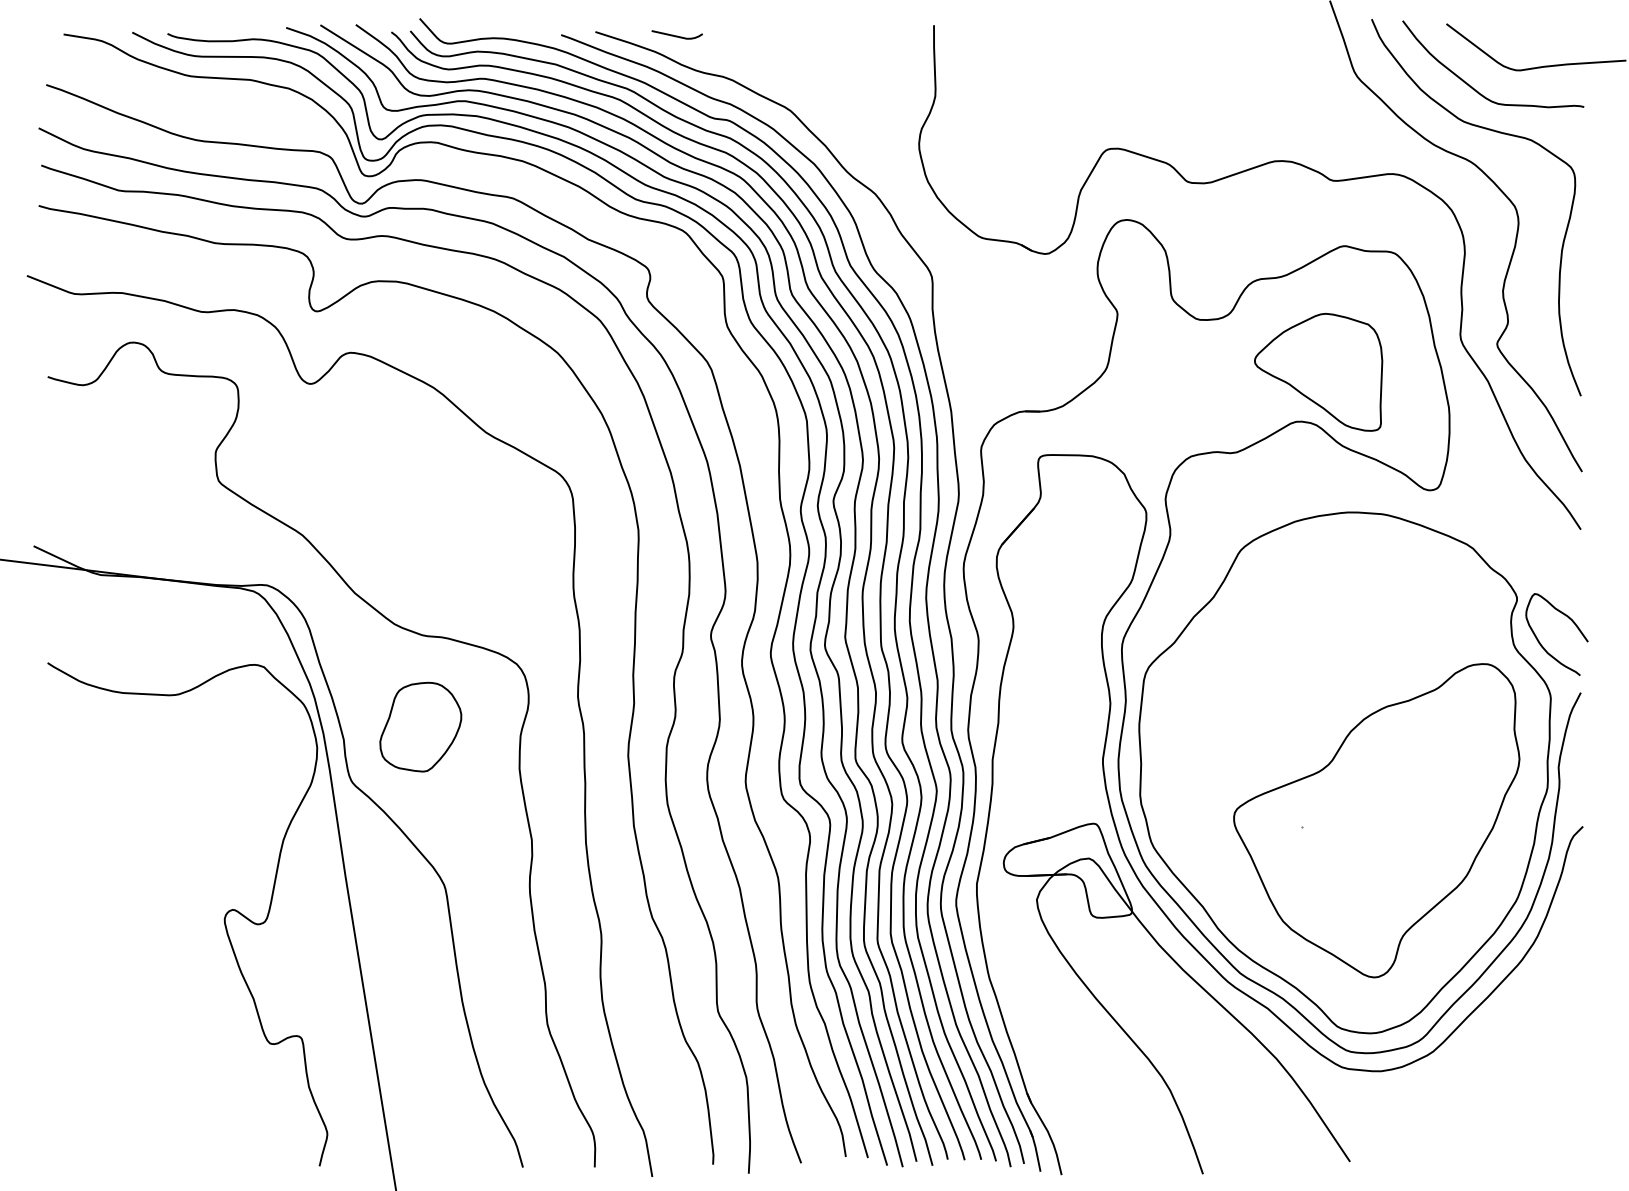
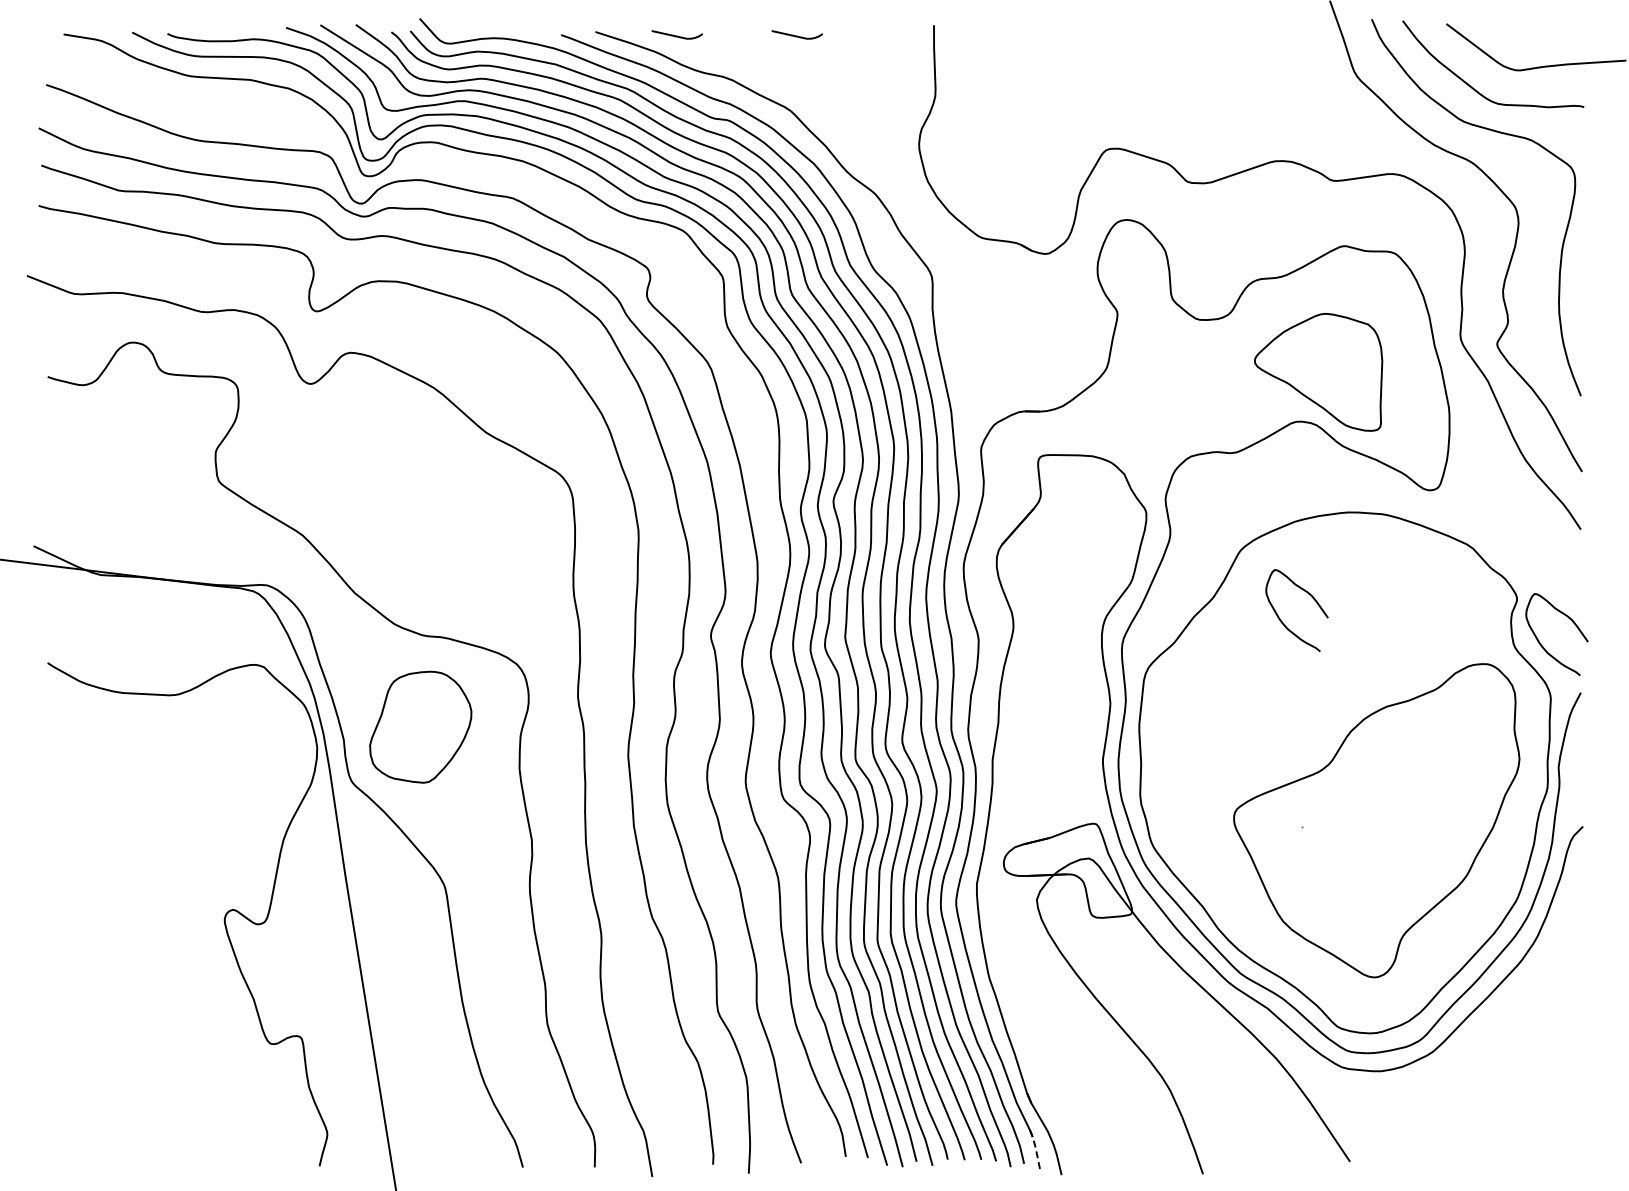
curve at (796, 35): none -> present
curve at (1283, 622): none -> present
part at (420, 726) size: 84x92 px -> 104x114 px
line at (1036, 1149): solid -> dashed
